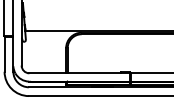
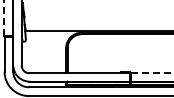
line at (4, 17): solid -> dashed
line at (152, 73): solid -> dashed
